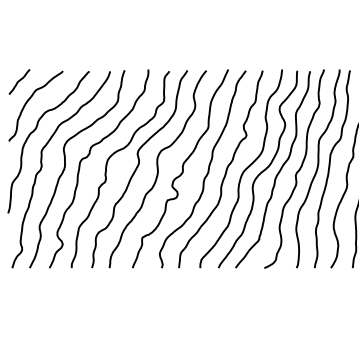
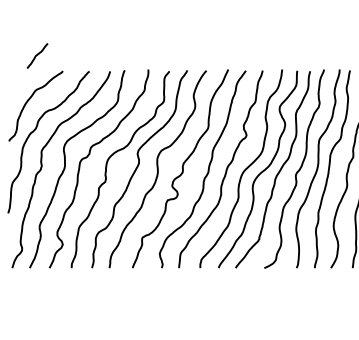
curve at (19, 81) position: (19, 81) -> (37, 55)
